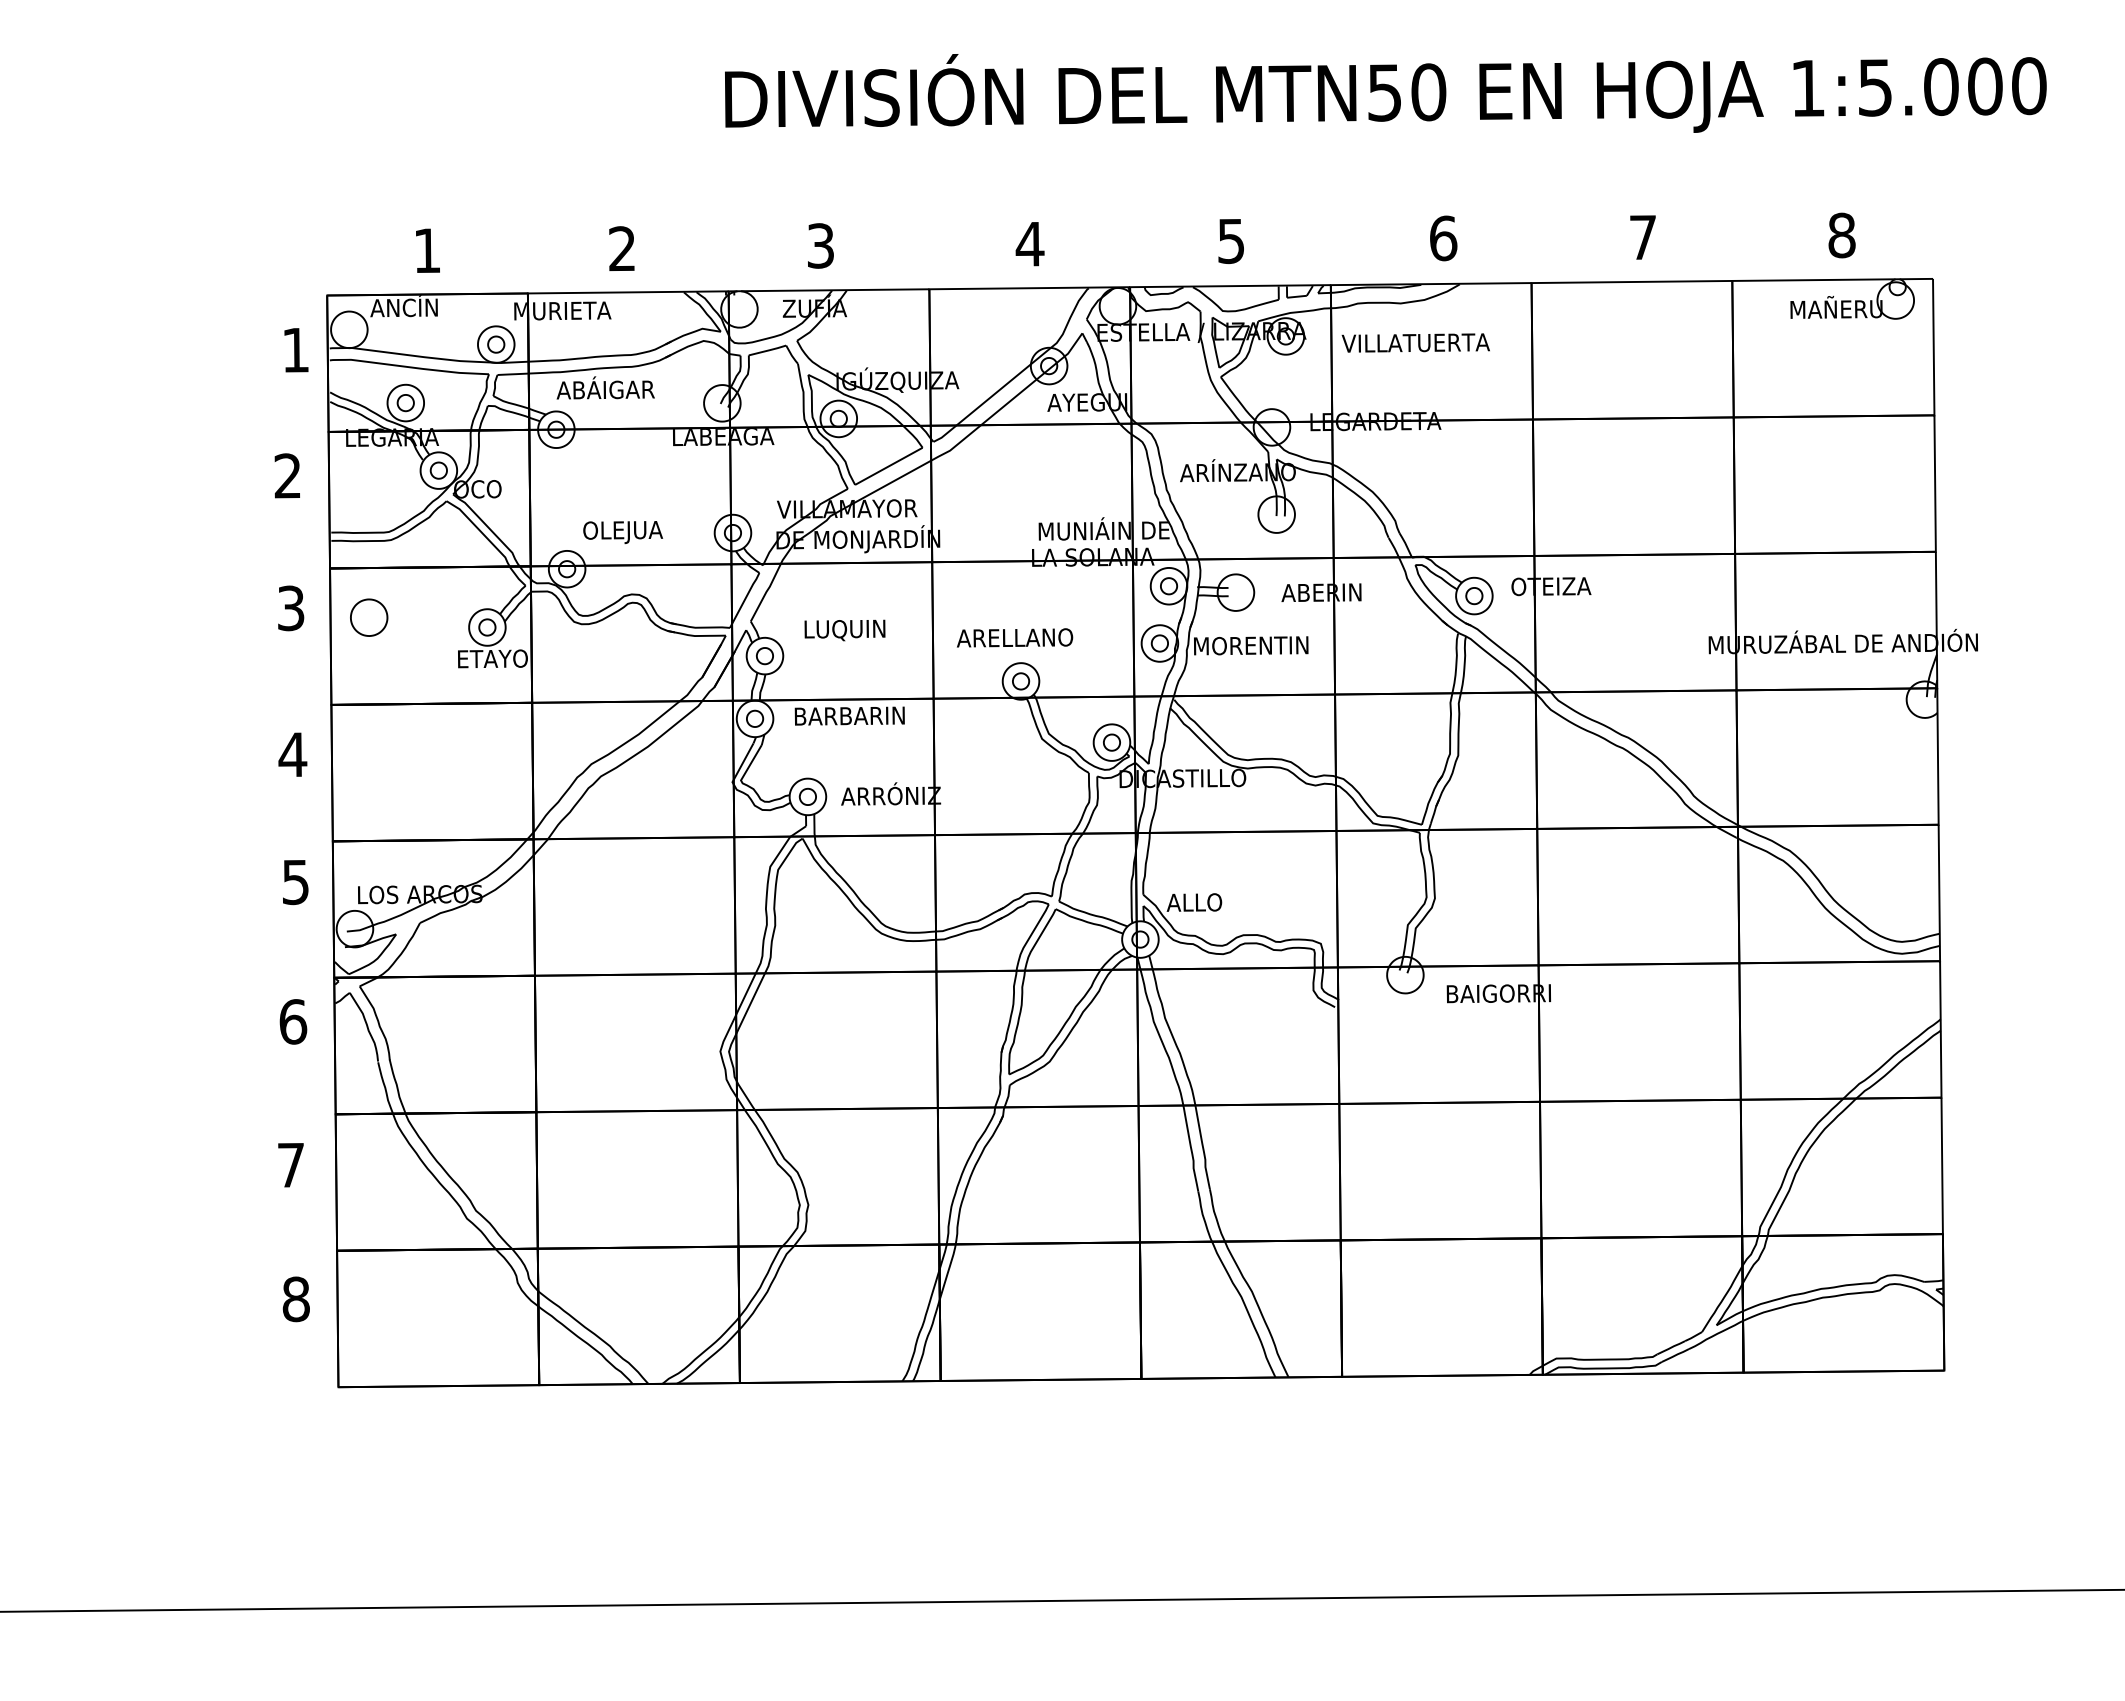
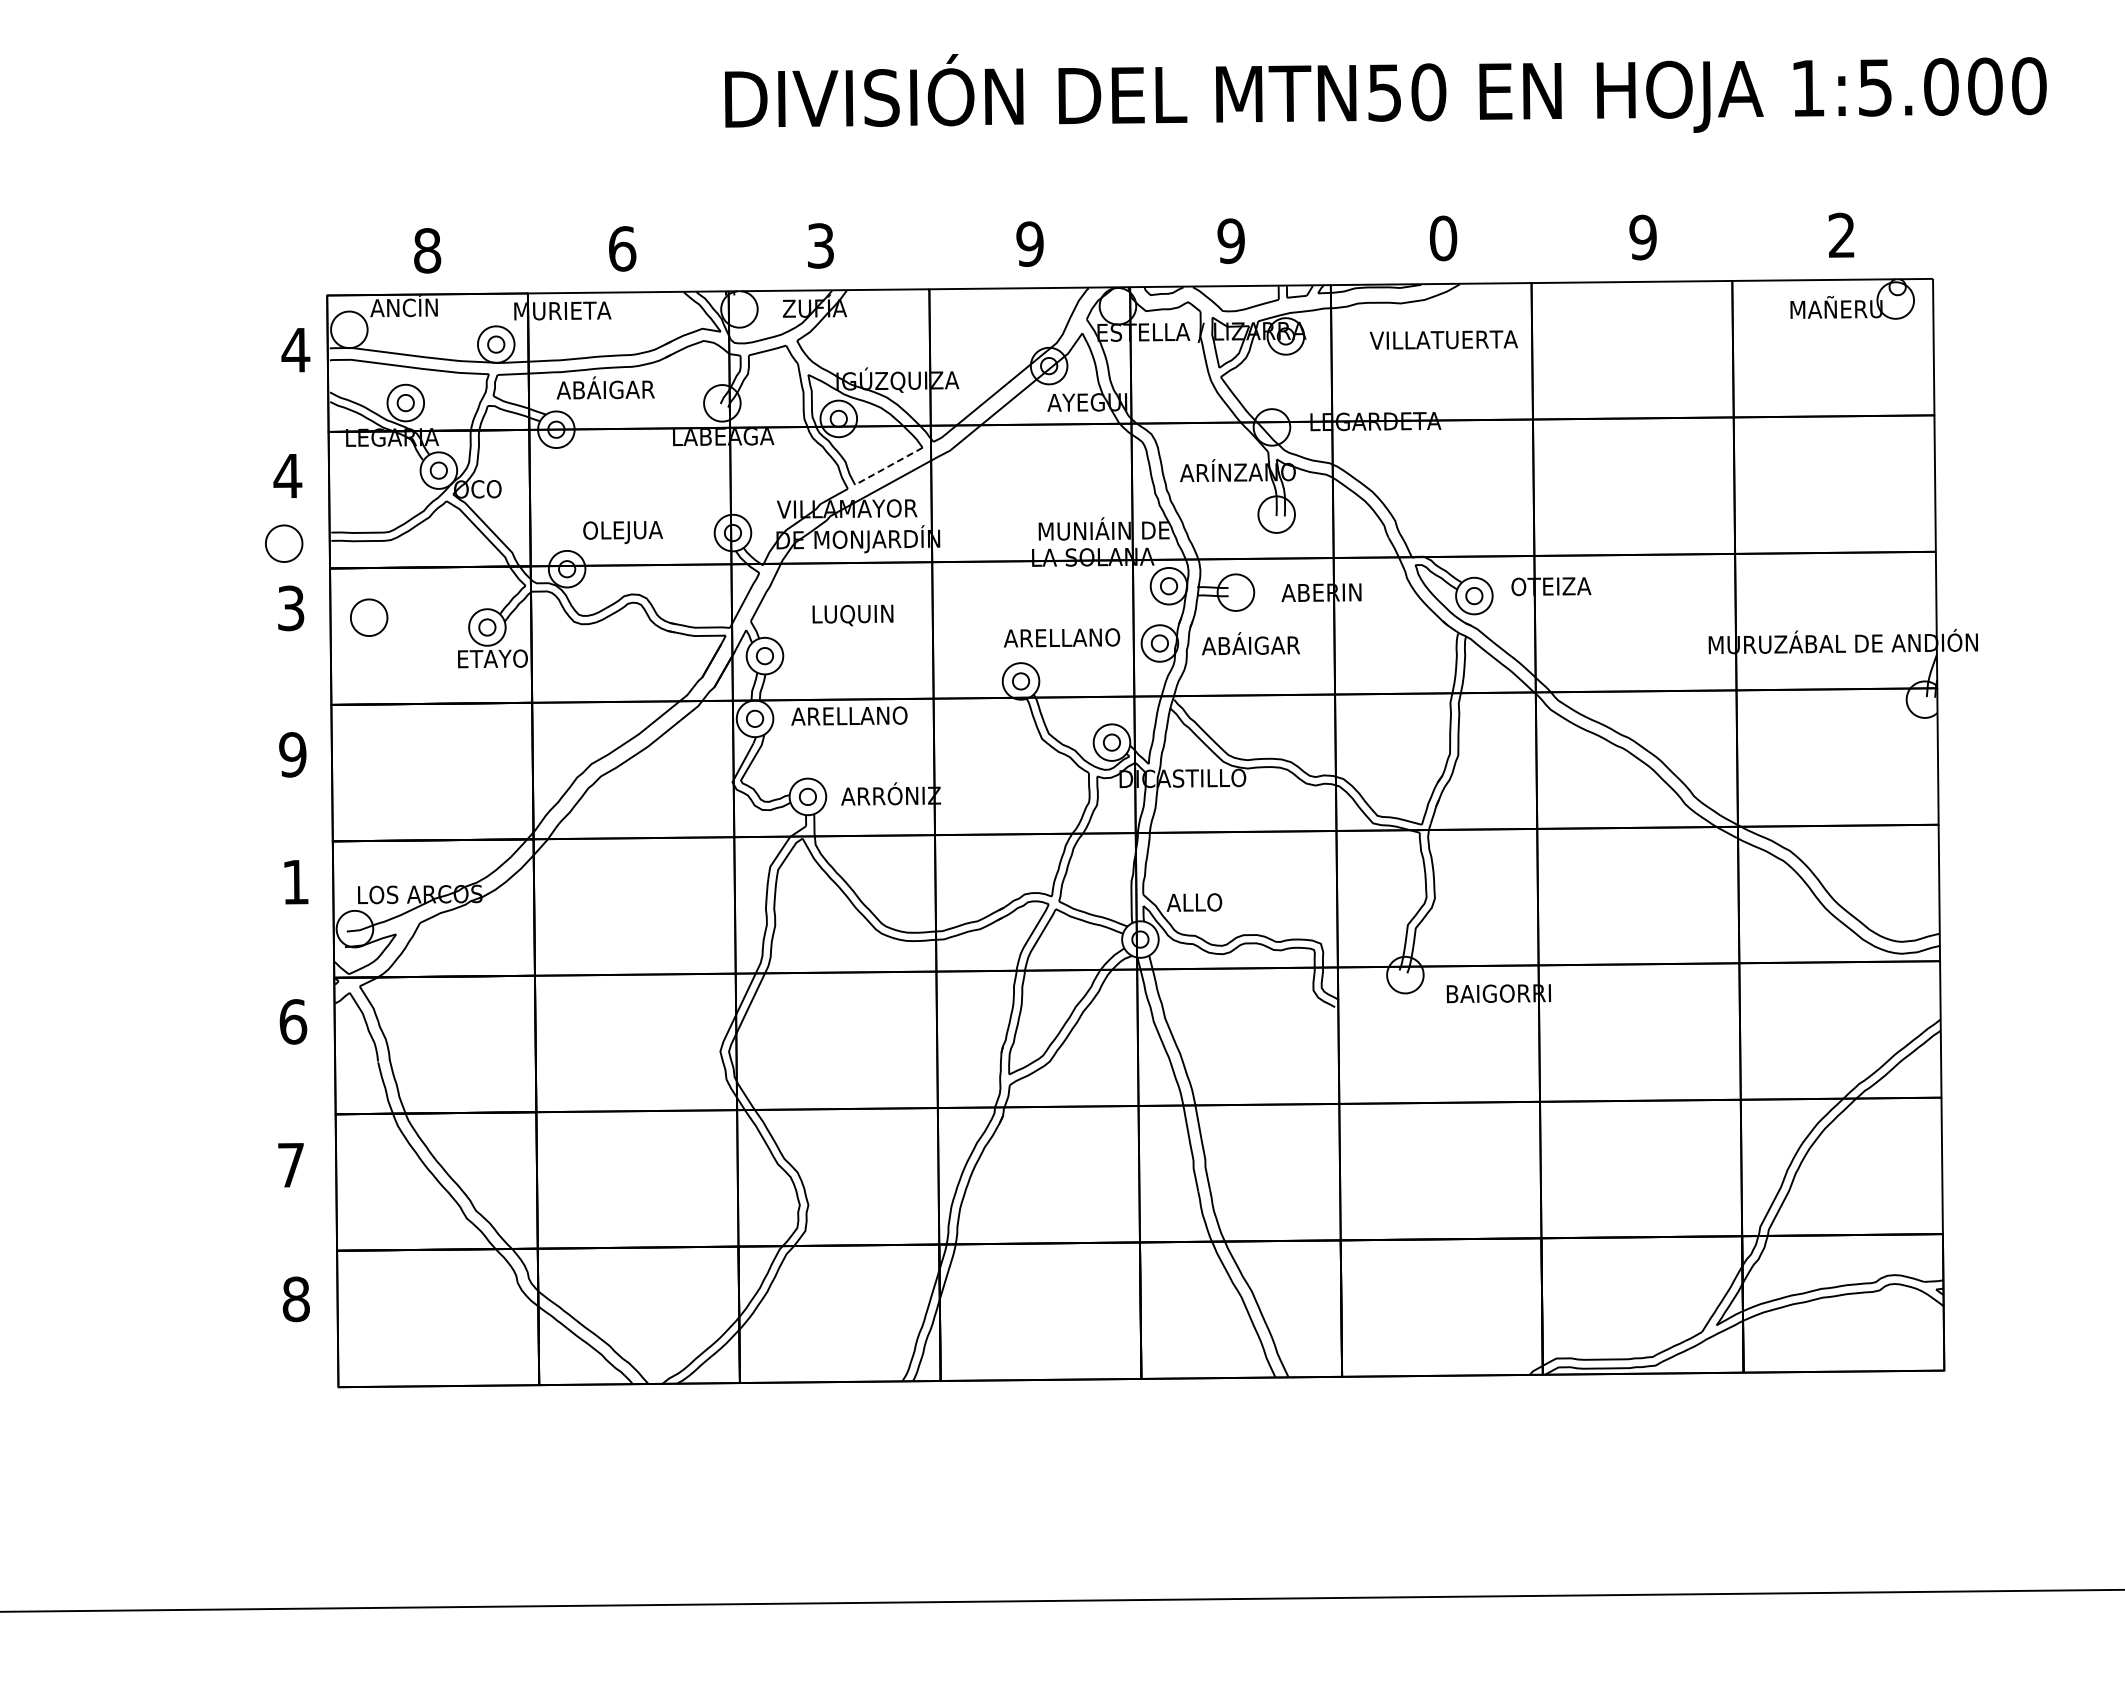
text at (1841, 235): 8 -> 2
text at (1642, 237): 7 -> 9
text at (1443, 238): 6 -> 0
text at (1230, 240): 5 -> 9
text at (1029, 244): 4 -> 9
text at (622, 248): 2 -> 6
text at (427, 250): 1 -> 8
text at (1415, 342) position: (1415, 342) -> (1443, 339)
text at (295, 350): 1 -> 4
line at (888, 466): solid -> dashed
text at (287, 475): 2 -> 4
part at (284, 543): none -> present
text at (844, 630) position: (844, 630) -> (852, 615)
text at (1015, 637) position: (1015, 637) -> (1062, 637)
text at (1251, 643): MORENTIN -> ABÁIGAR
text at (849, 715): BARBARIN -> ARELLANO
text at (292, 754): 4 -> 9
text at (295, 882): 5 -> 1
